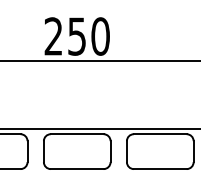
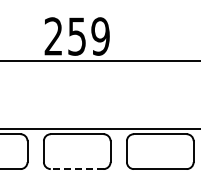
text at (100, 36): 250 -> 259
line at (76, 169): solid -> dashed
